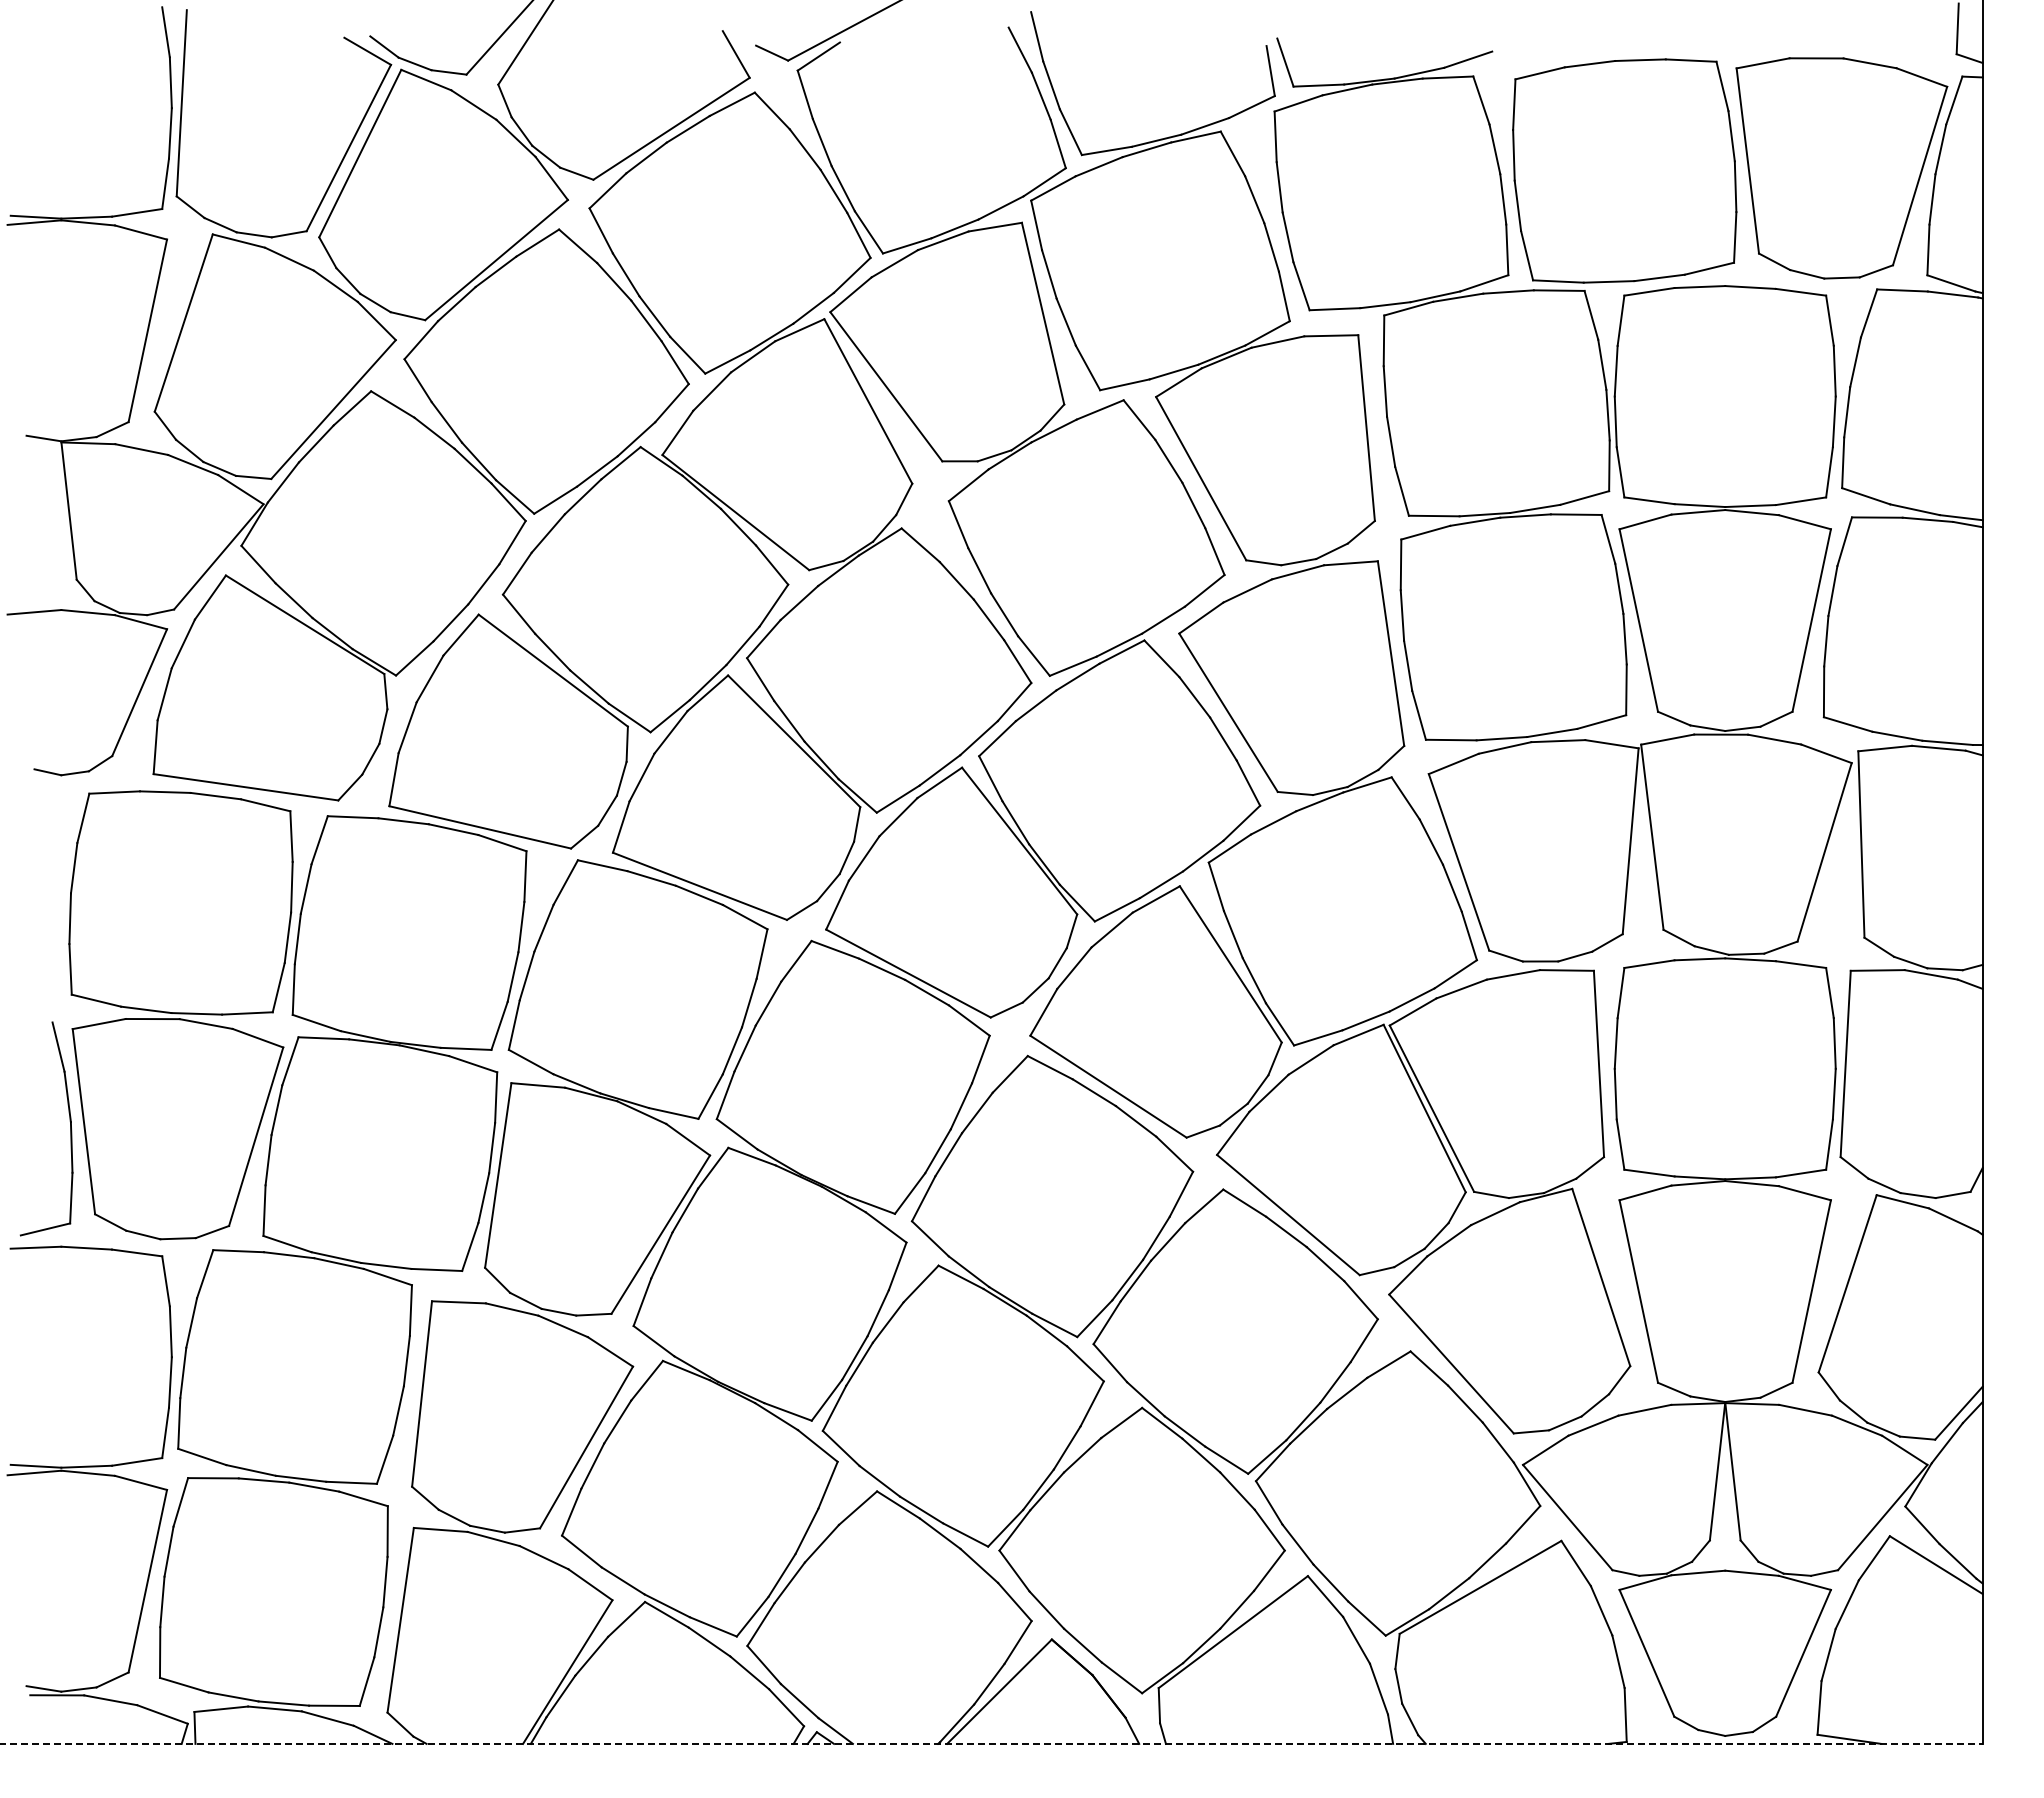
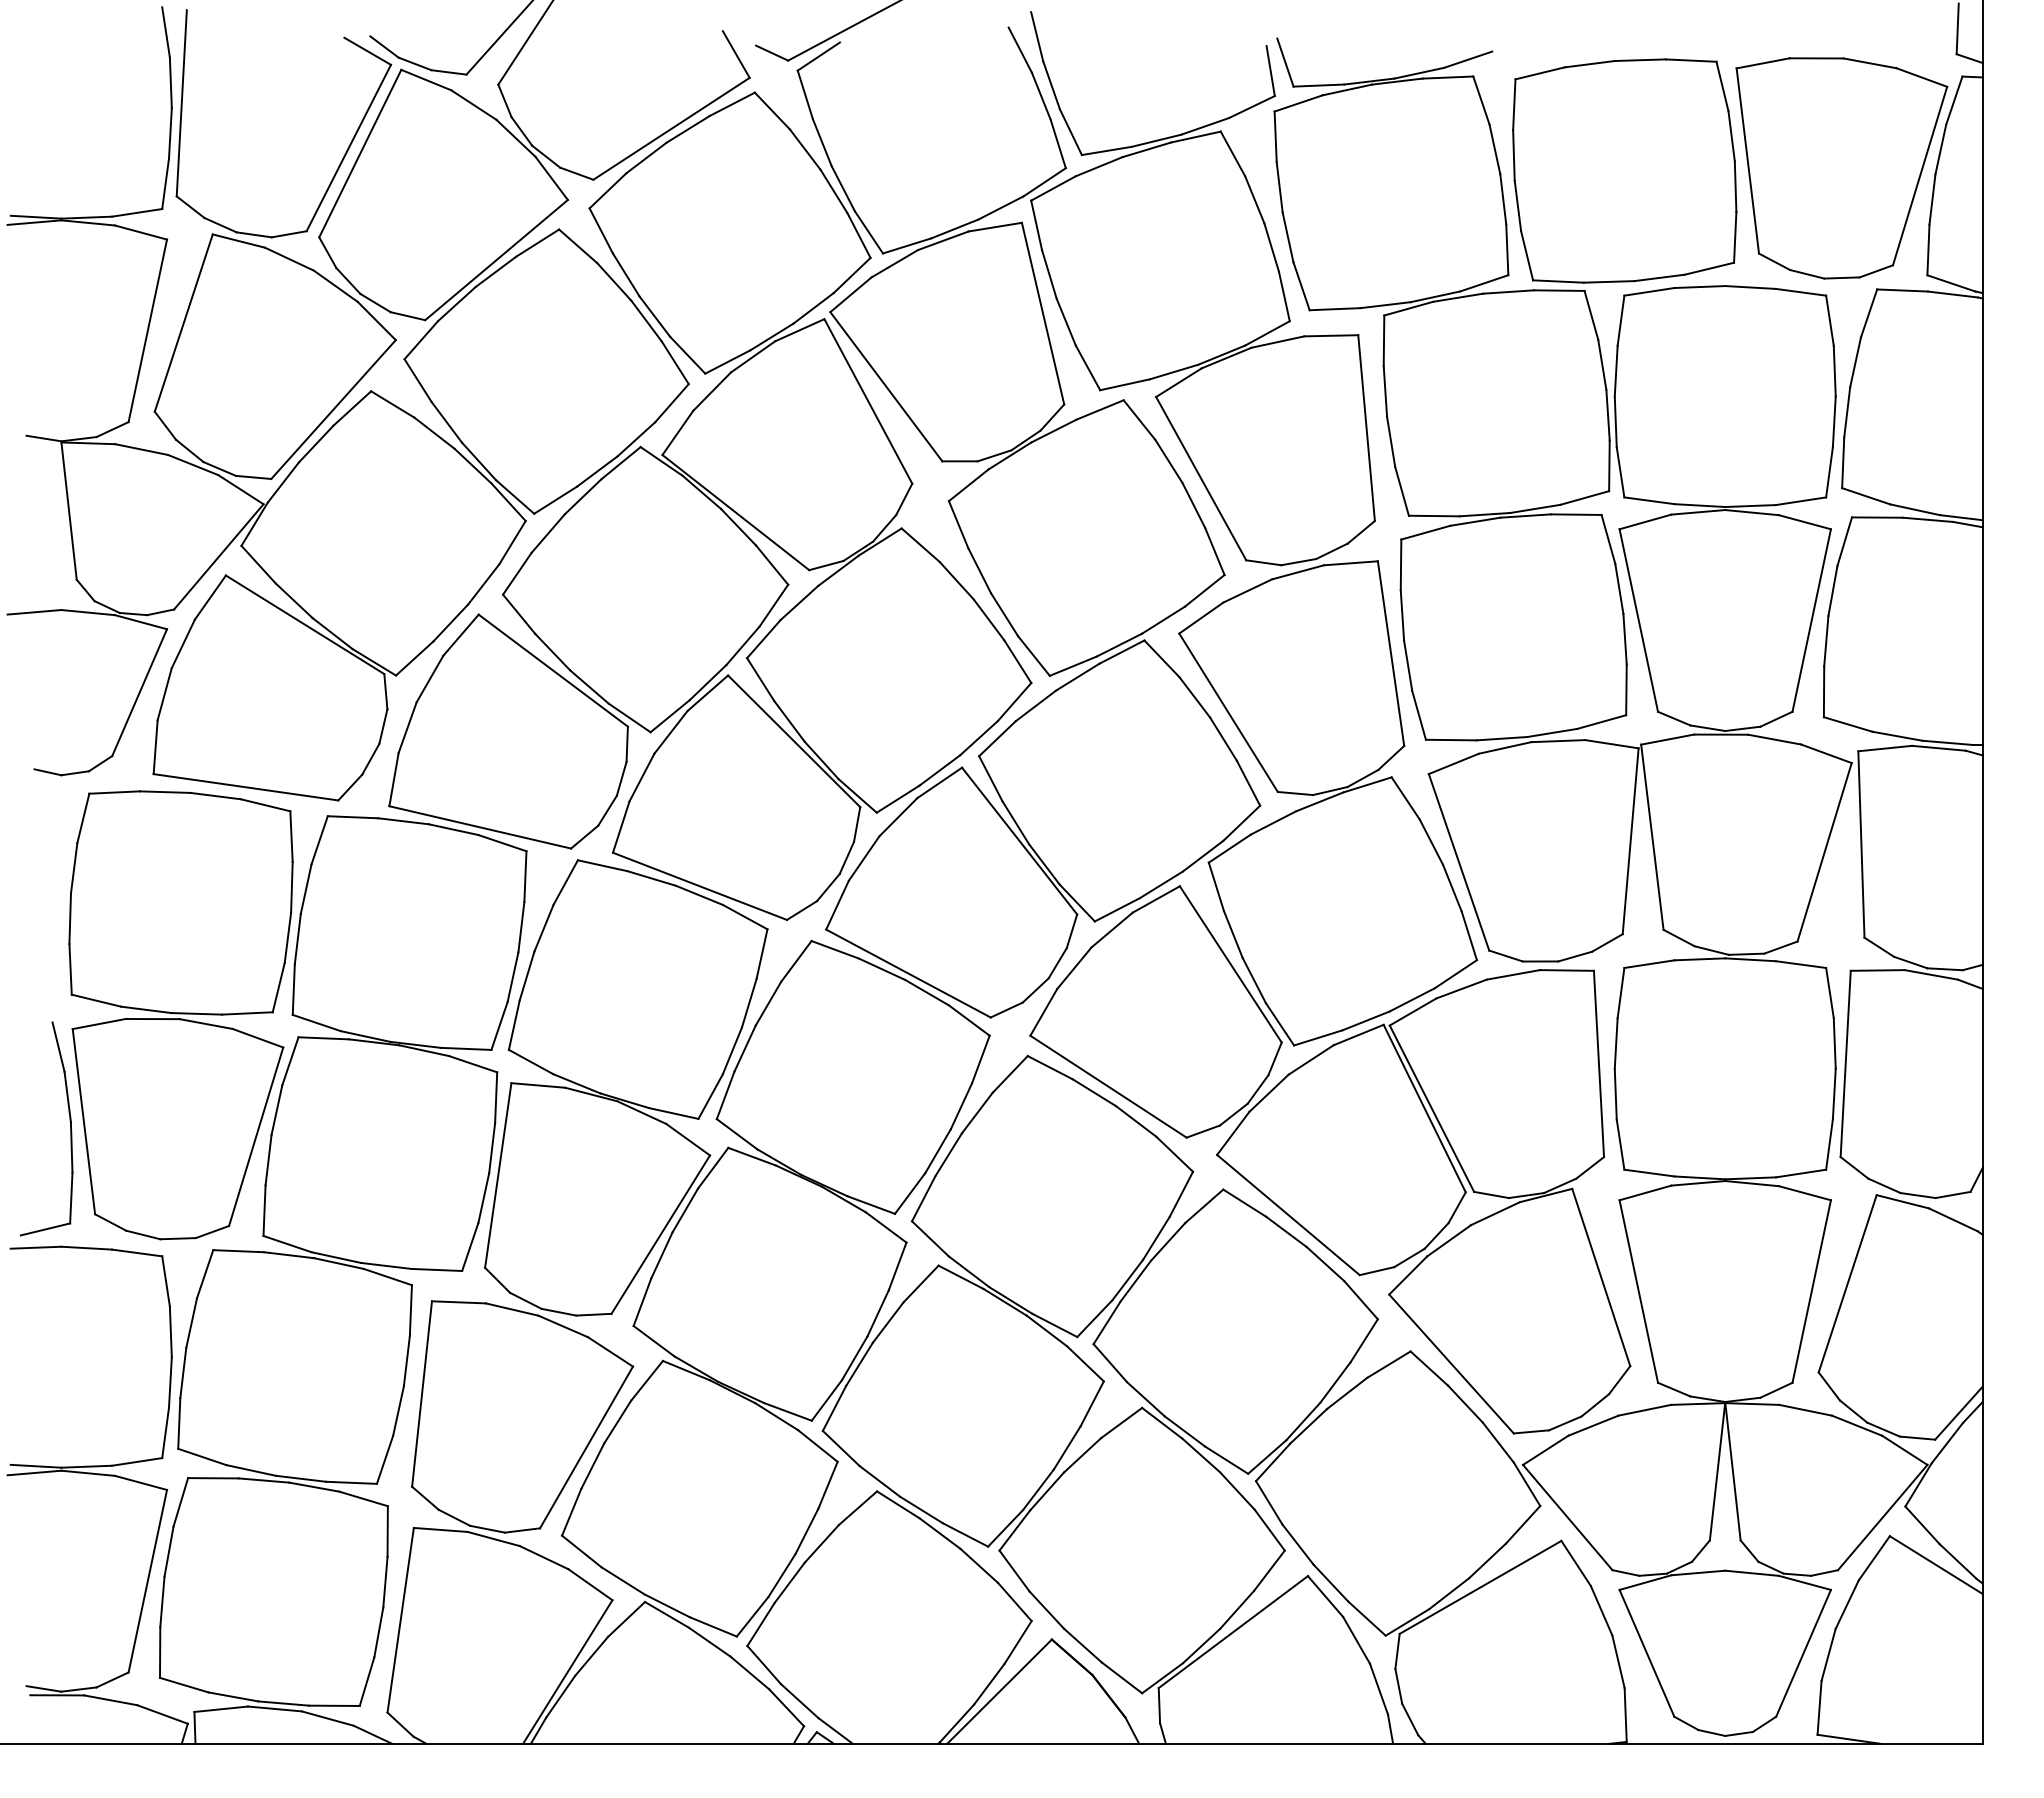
line at (991, 1743): dashed -> solid
